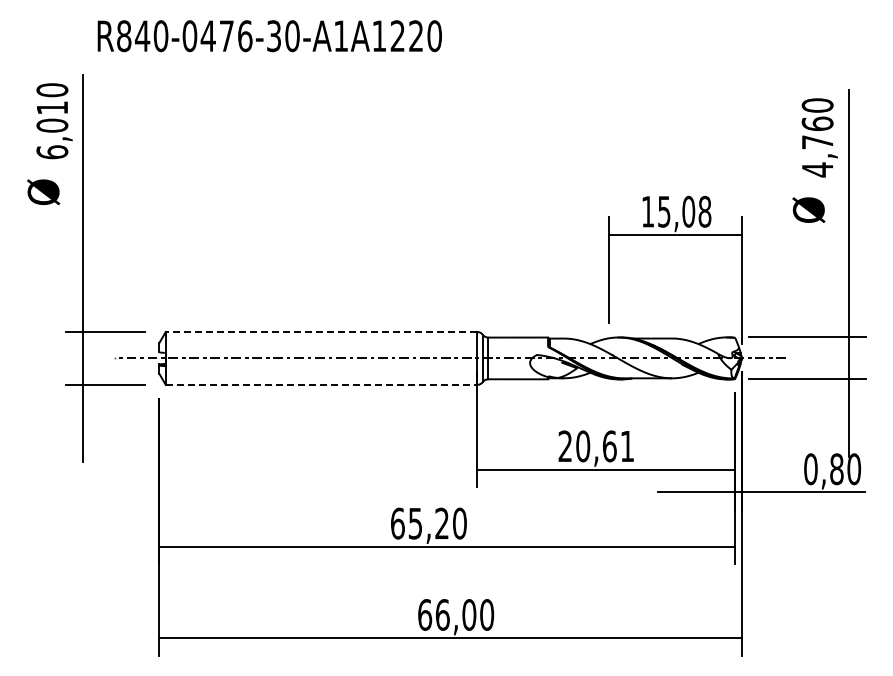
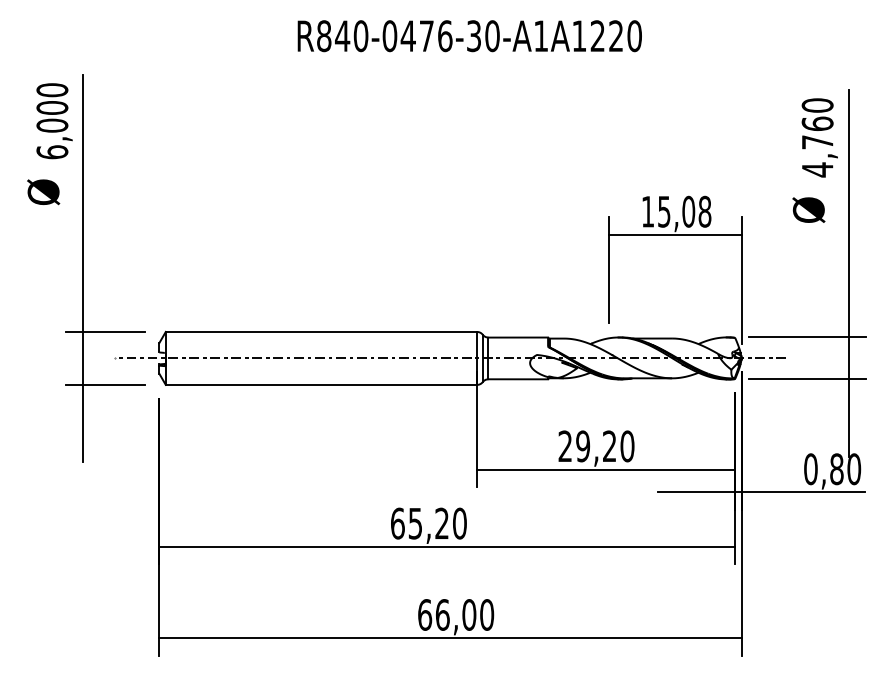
text at (269, 36) position: (269, 36) -> (469, 36)
text at (52, 107): 6,010 -> 6,000
line at (321, 331): dashed -> solid
line at (321, 384): dashed -> solid
text at (605, 446): 20,61 -> 29,20
